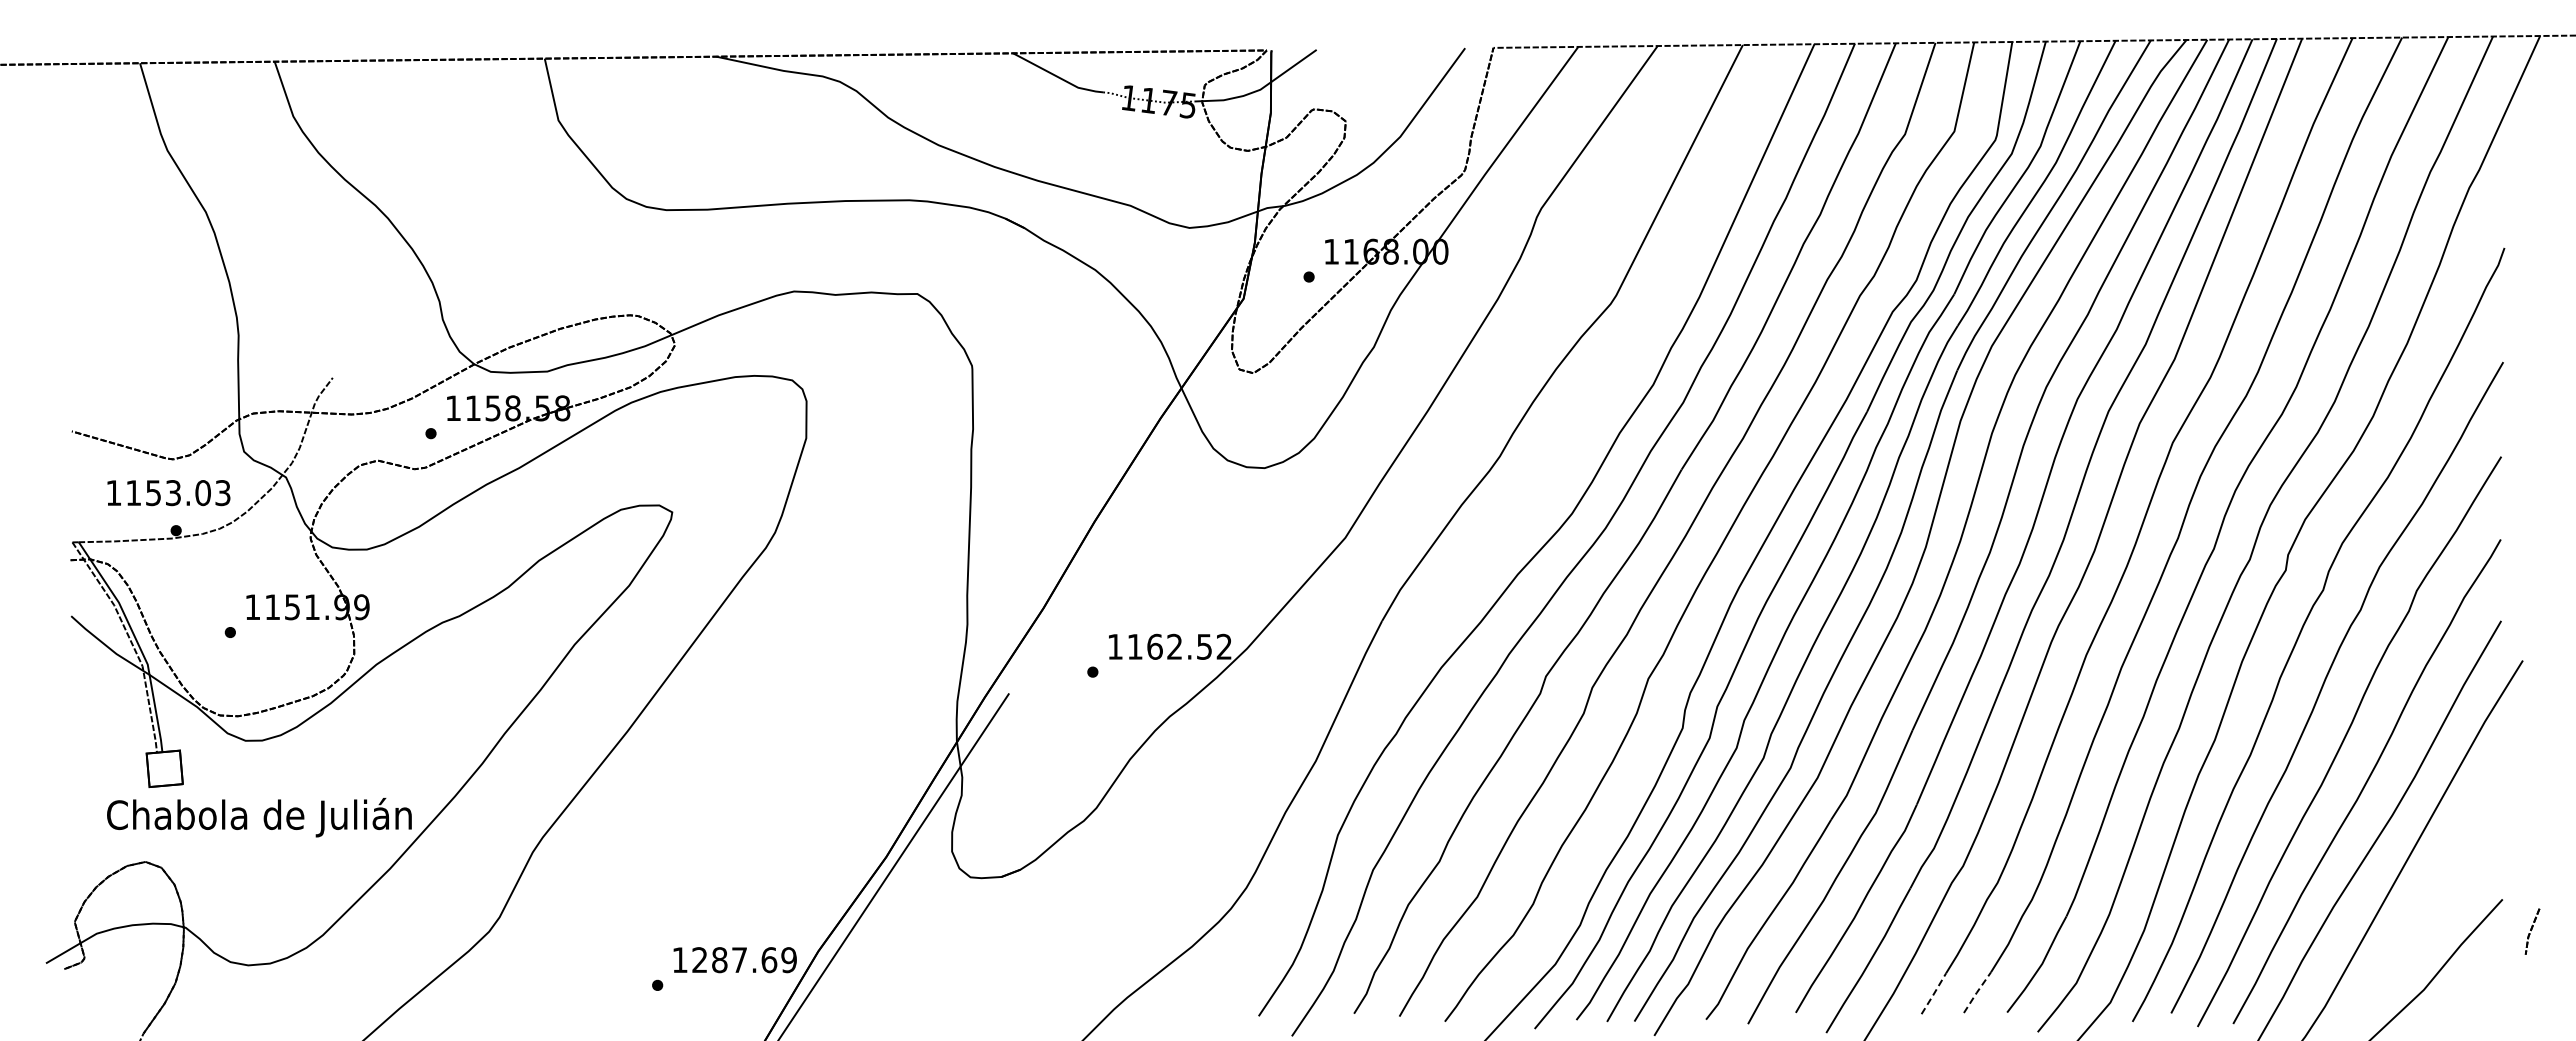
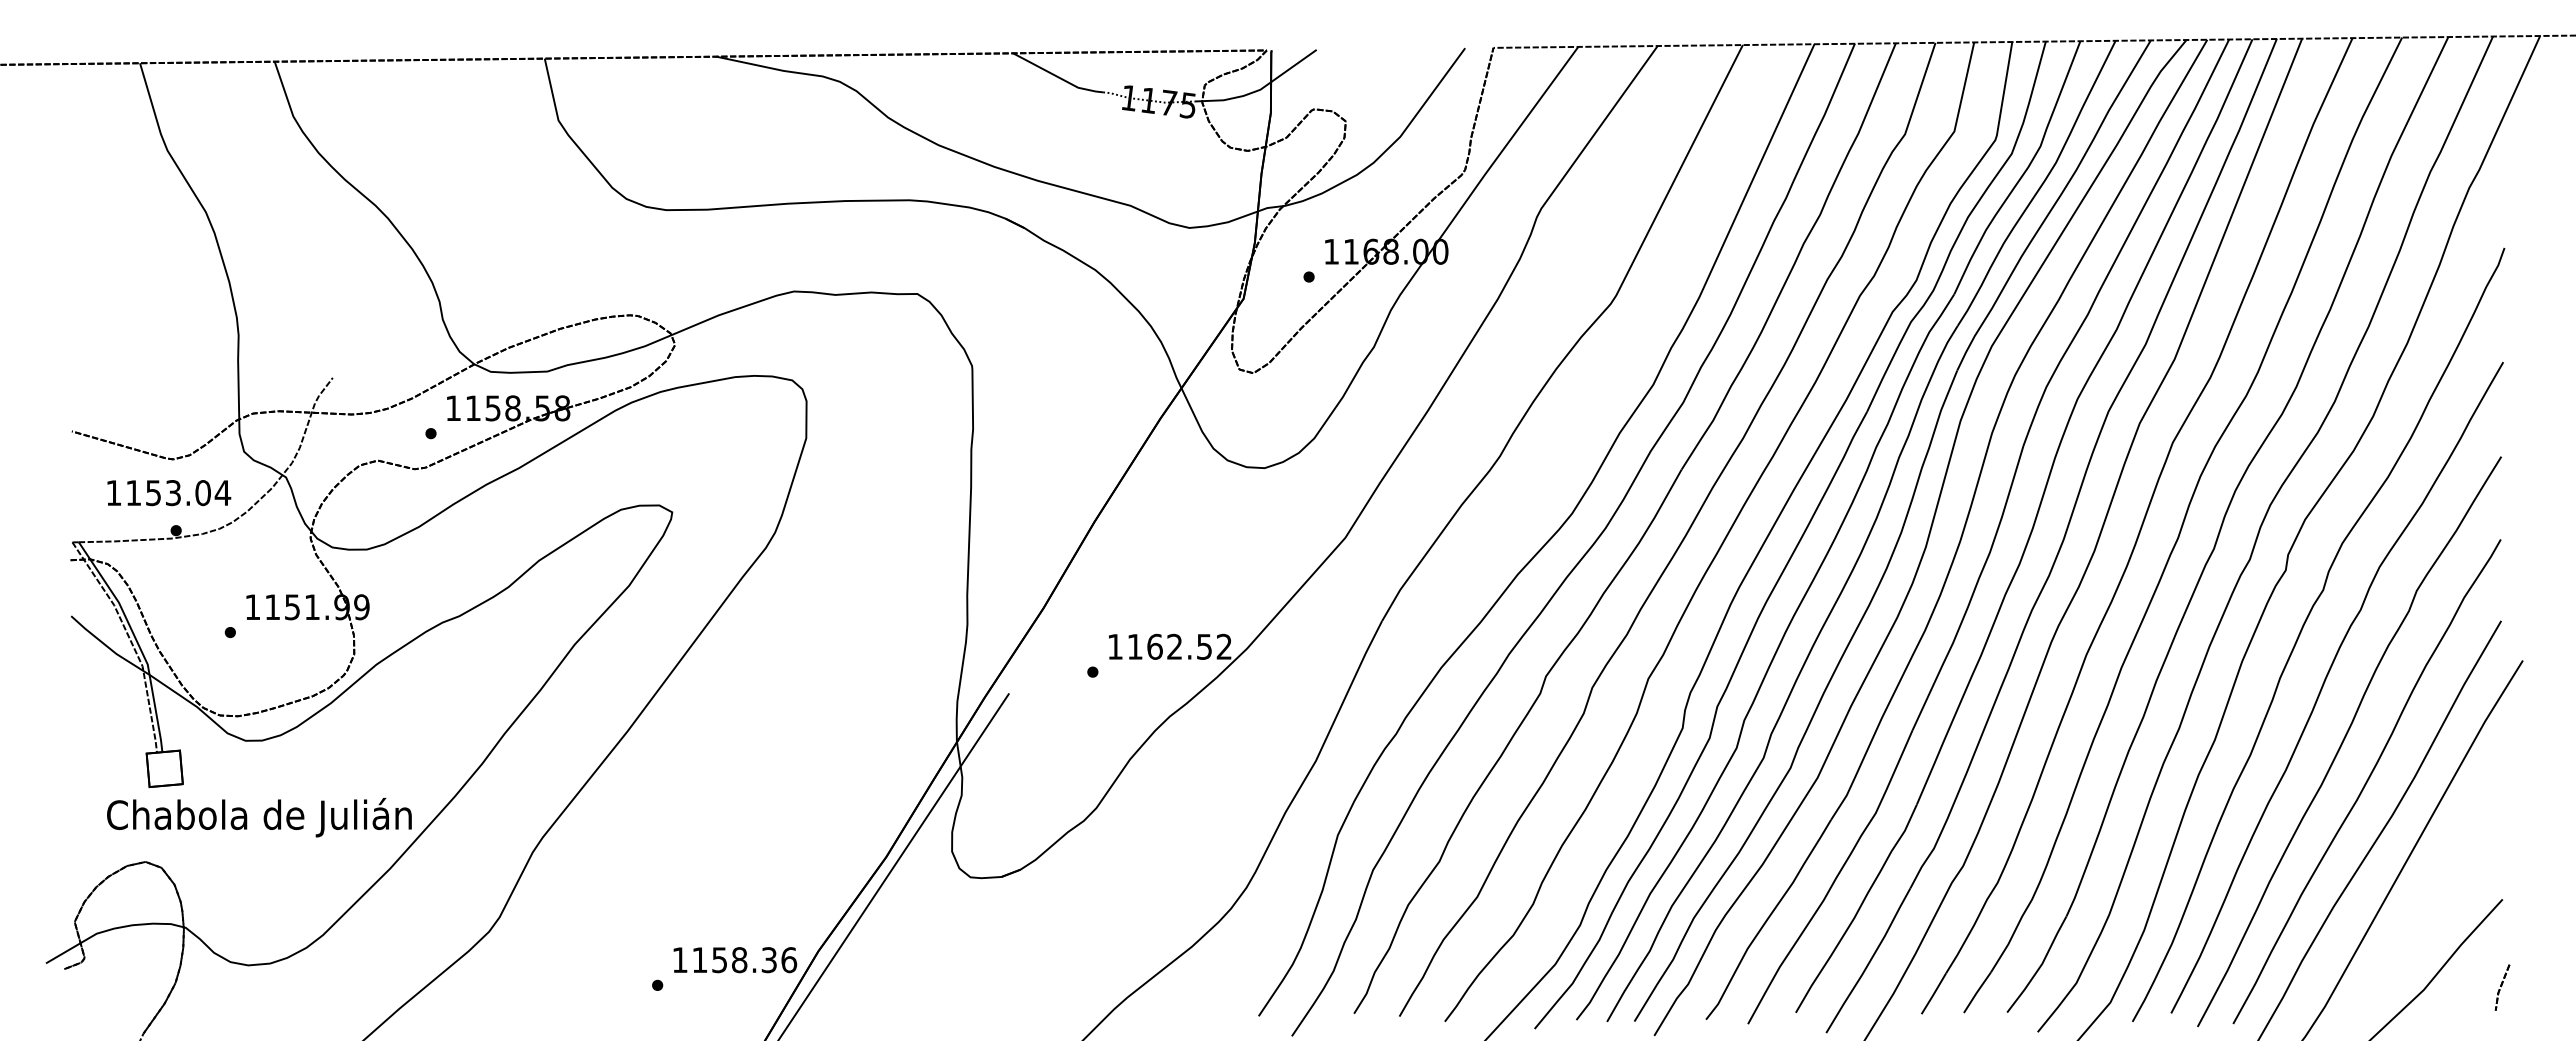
text at (222, 493): 1153.03 -> 1153.04
part at (2532, 931) position: (2532, 931) -> (2502, 987)
text at (744, 960): 1287.69 -> 1158.36
line at (1977, 992): dashed -> solid
line at (1934, 993): dashed -> solid
